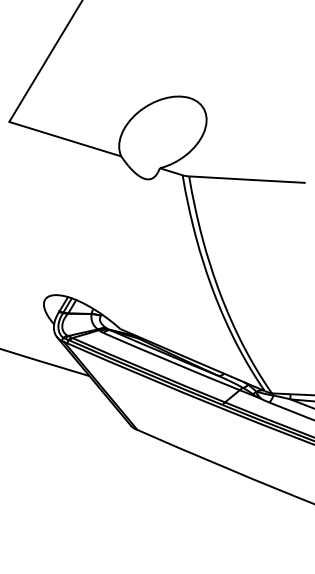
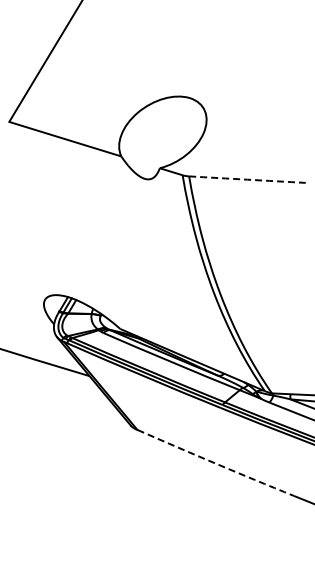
arc at (247, 179): solid -> dashed
arc at (215, 463): solid -> dashed
